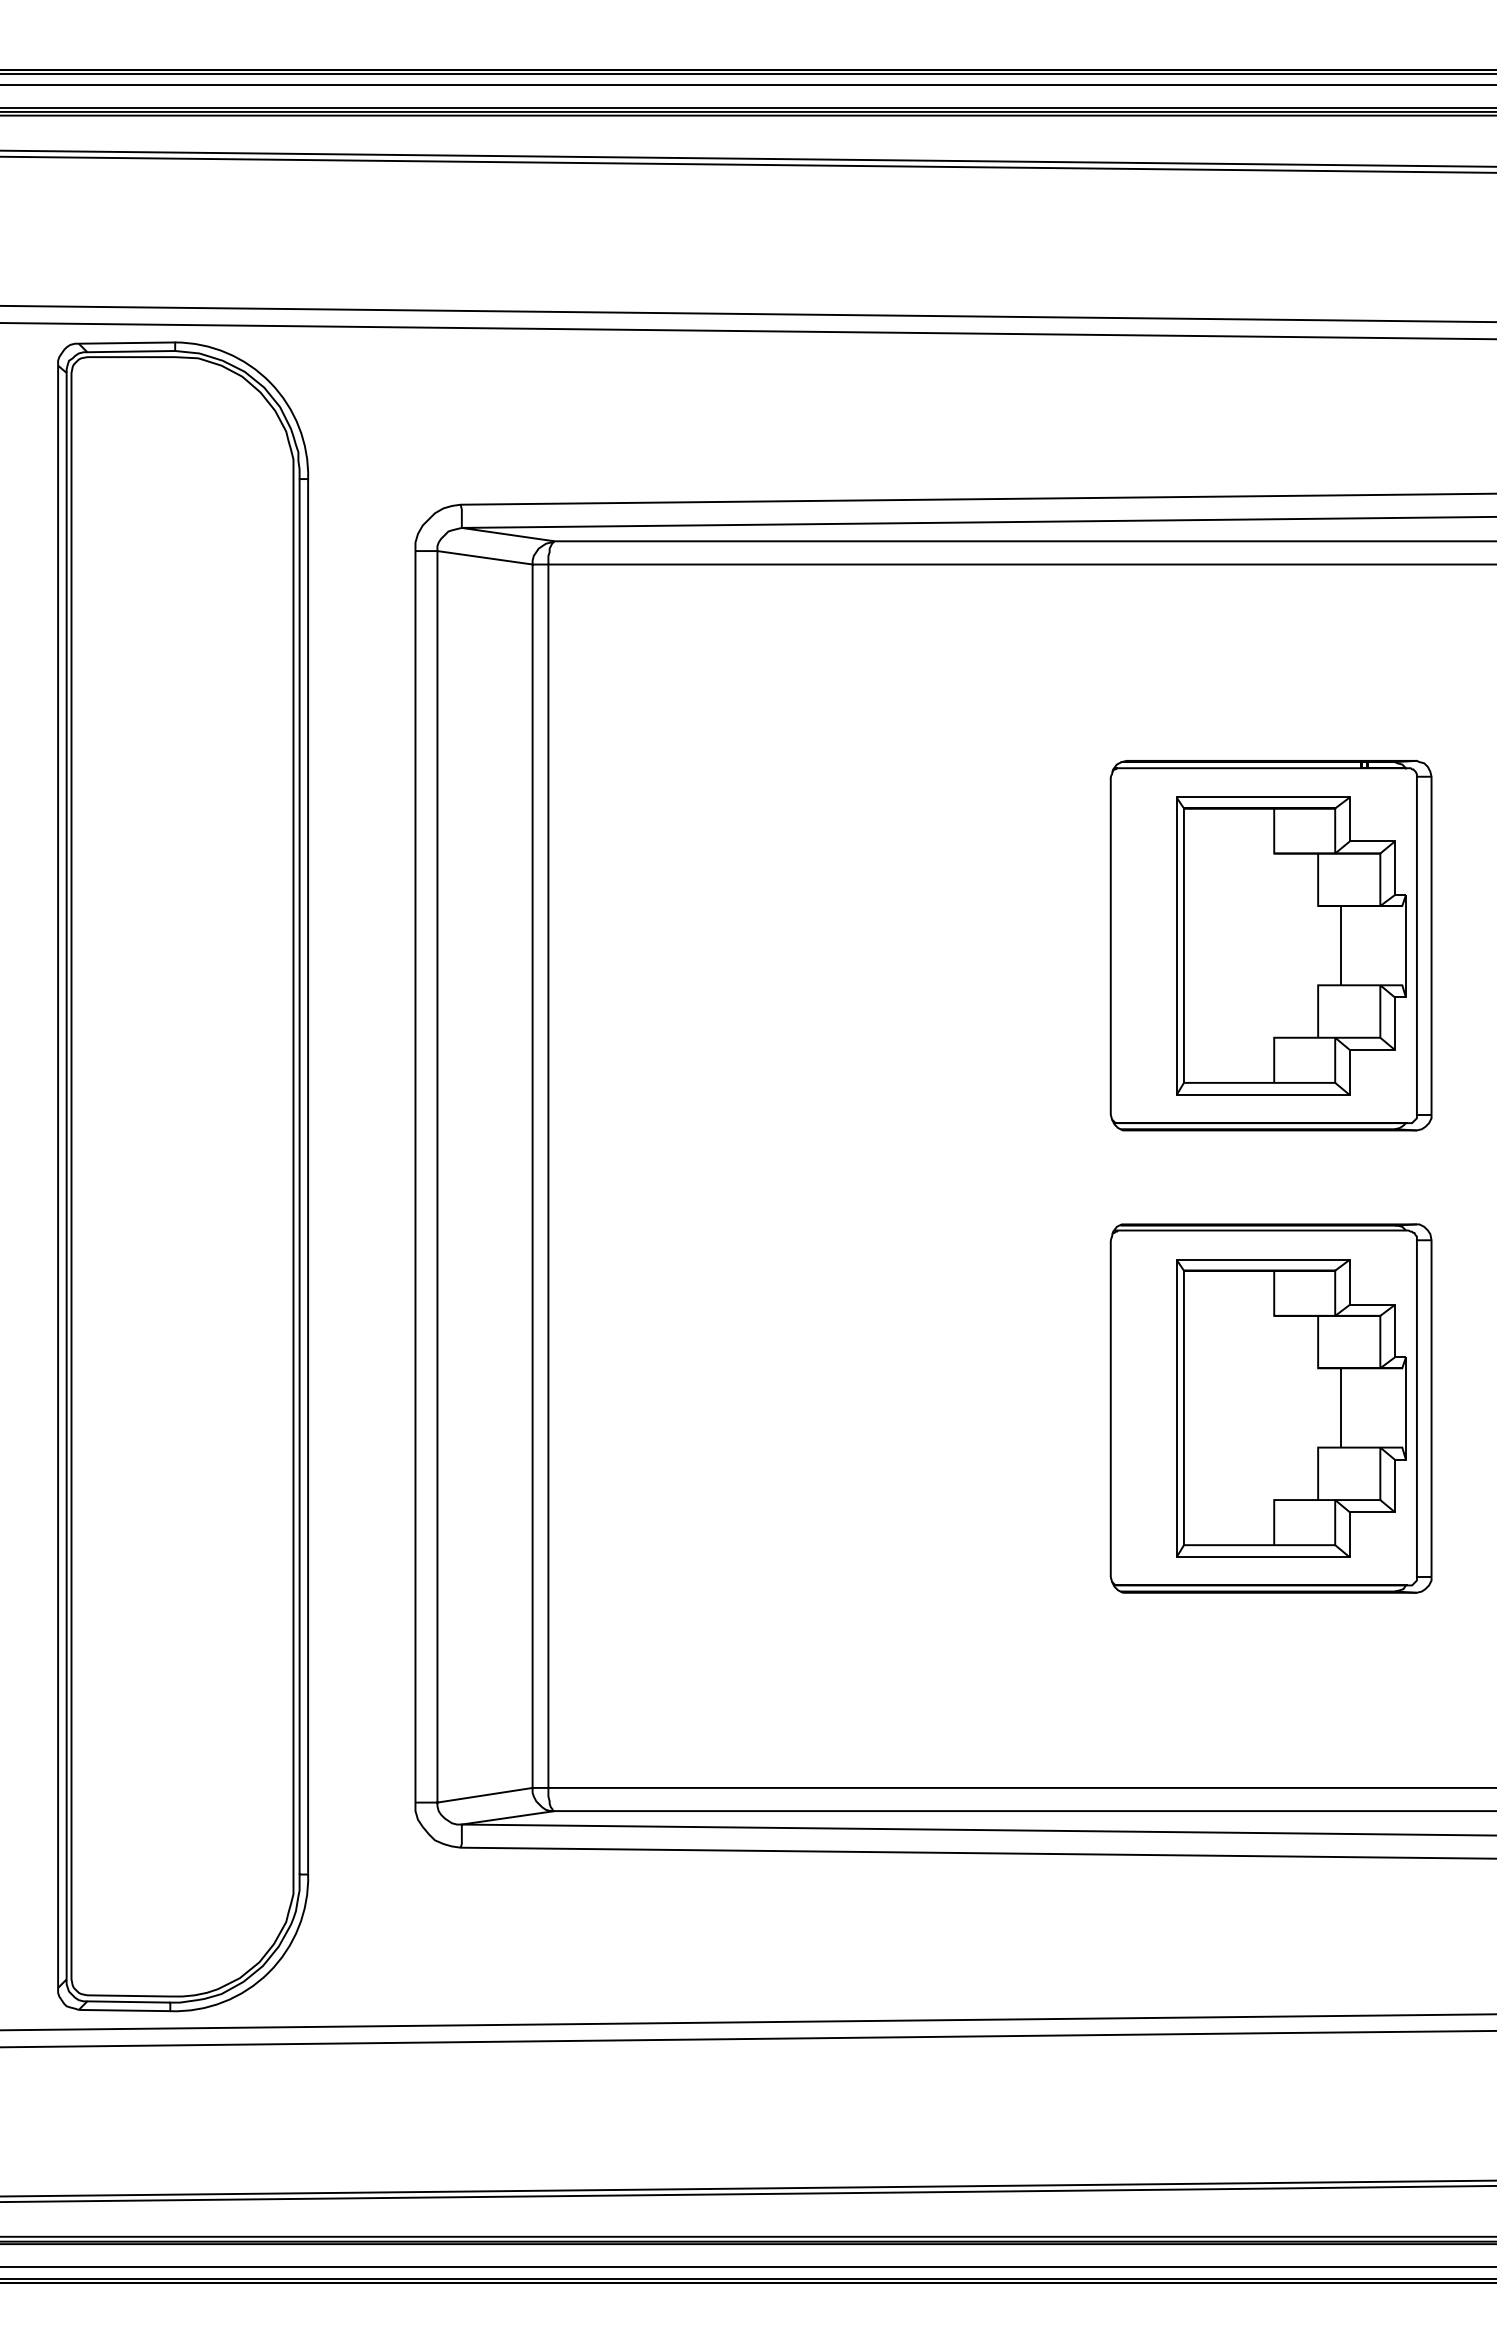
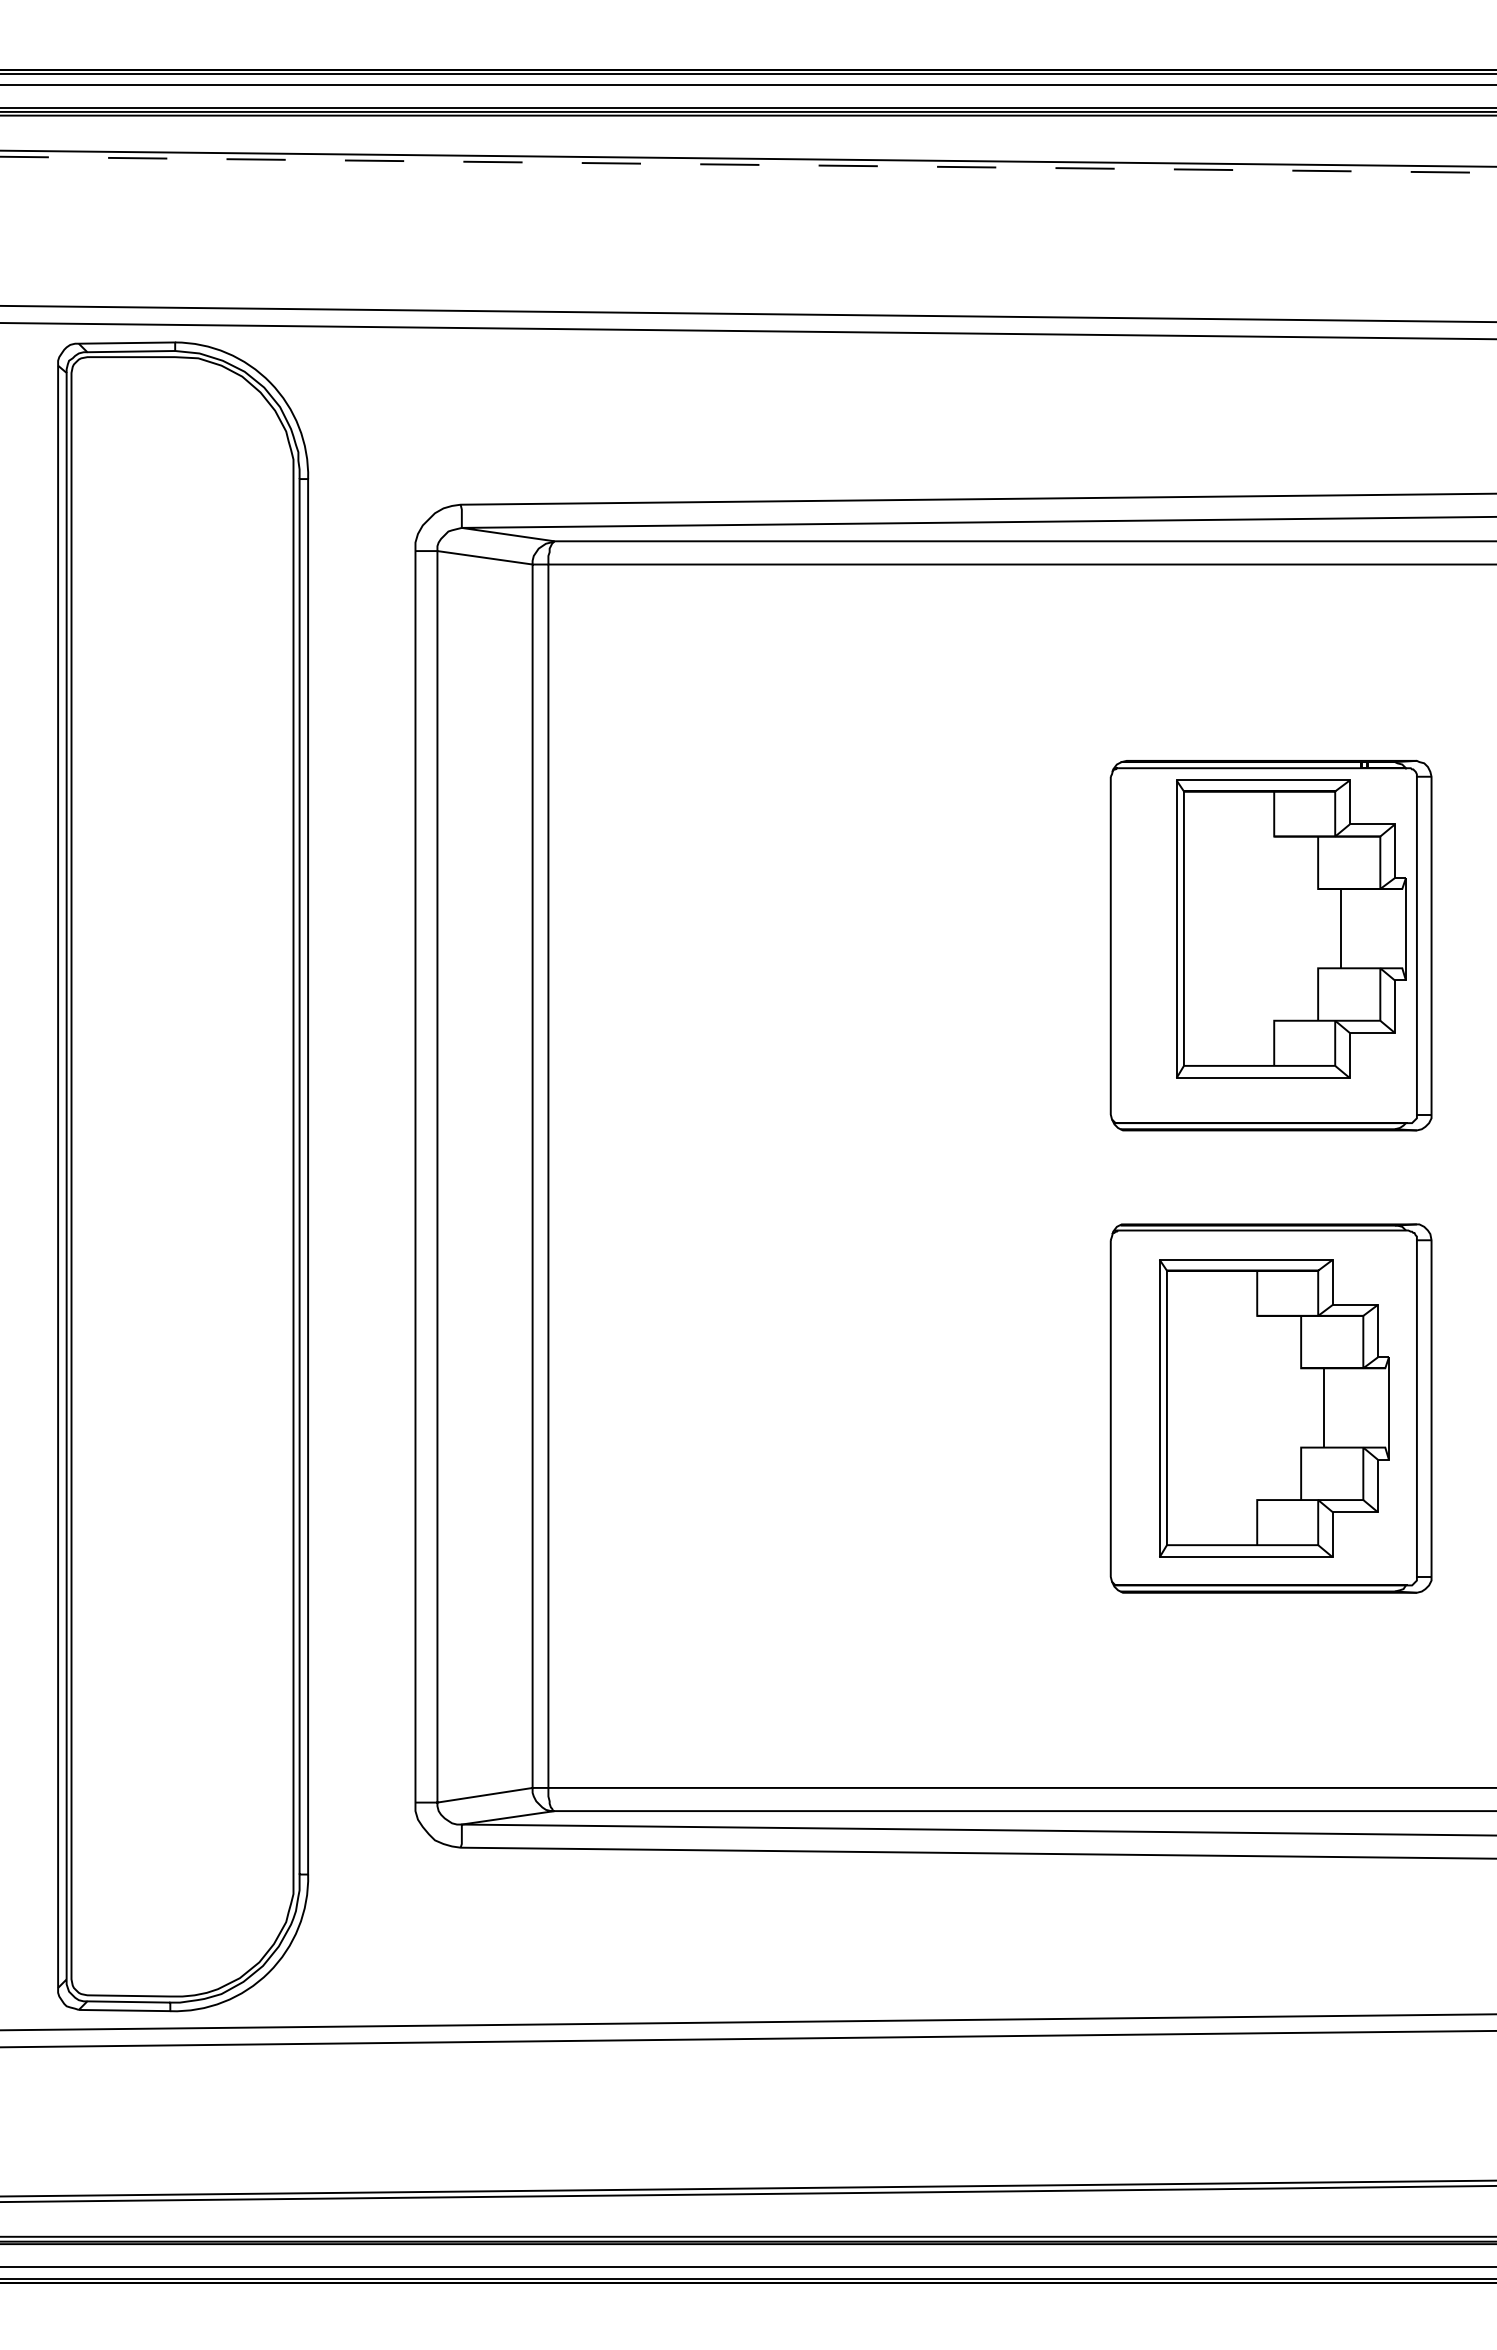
line at (747, 164): solid -> dashed
part at (1291, 945) position: (1291, 945) -> (1291, 928)
part at (1291, 1408) position: (1291, 1408) -> (1274, 1408)
